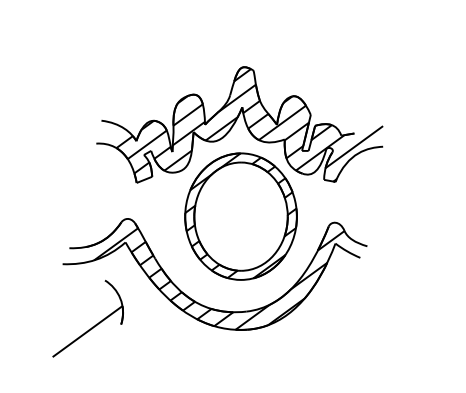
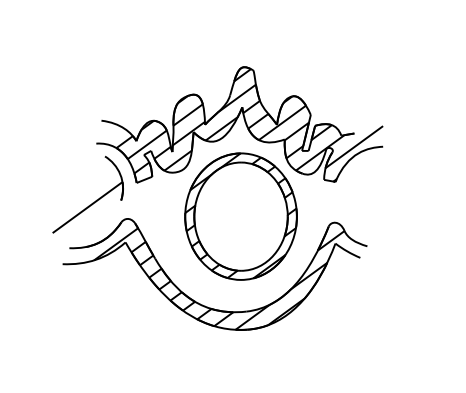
part at (92, 326) position: (92, 326) -> (92, 202)
